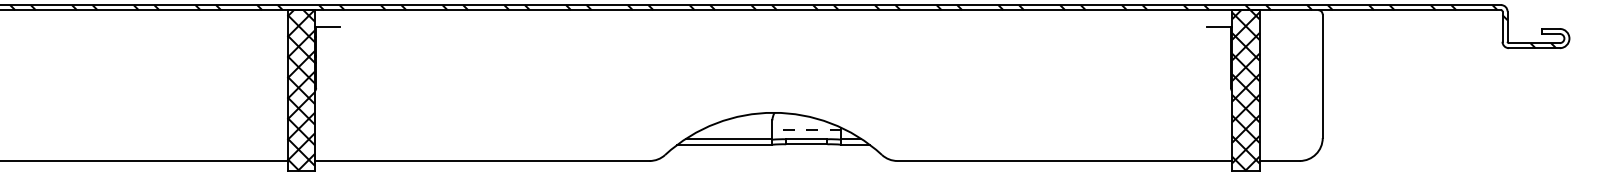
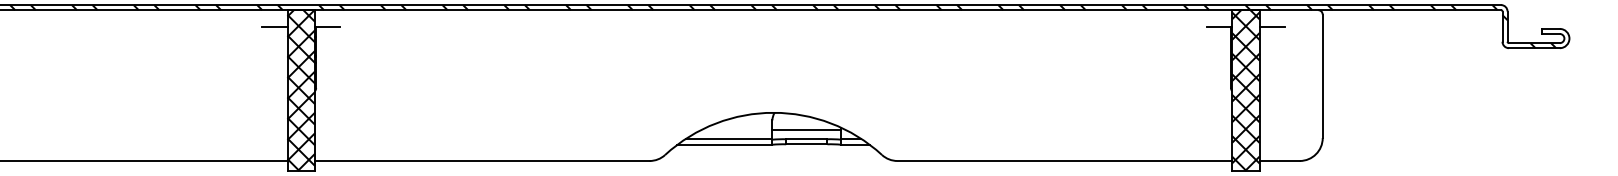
line at (274, 26): none -> present
line at (1271, 26): none -> present
line at (806, 130): dashed -> solid
